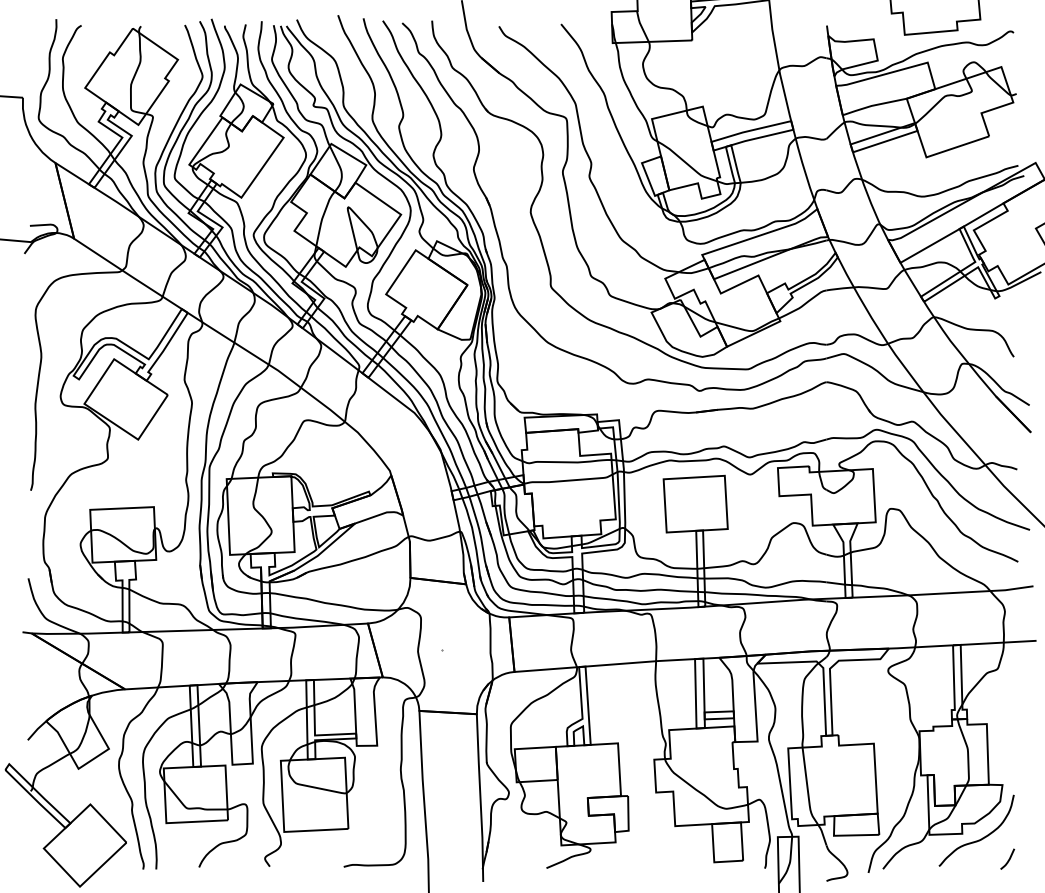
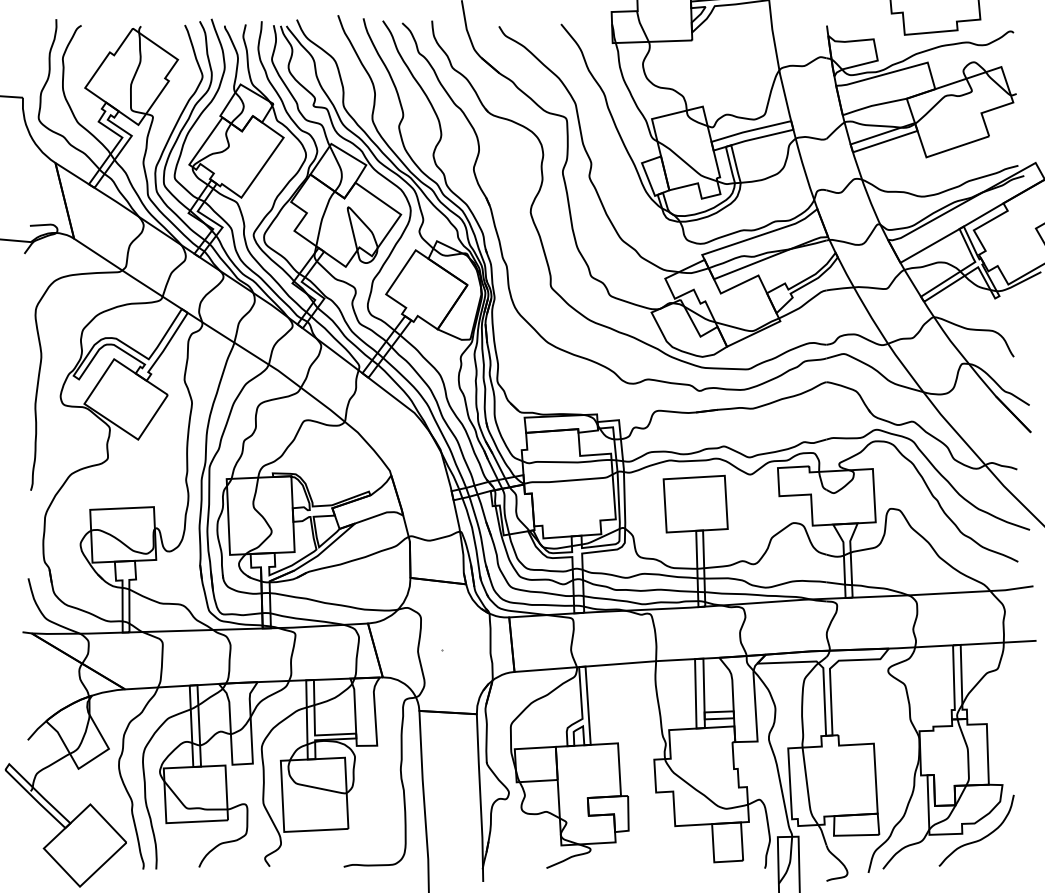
curve at (1008, 859): present -> none
